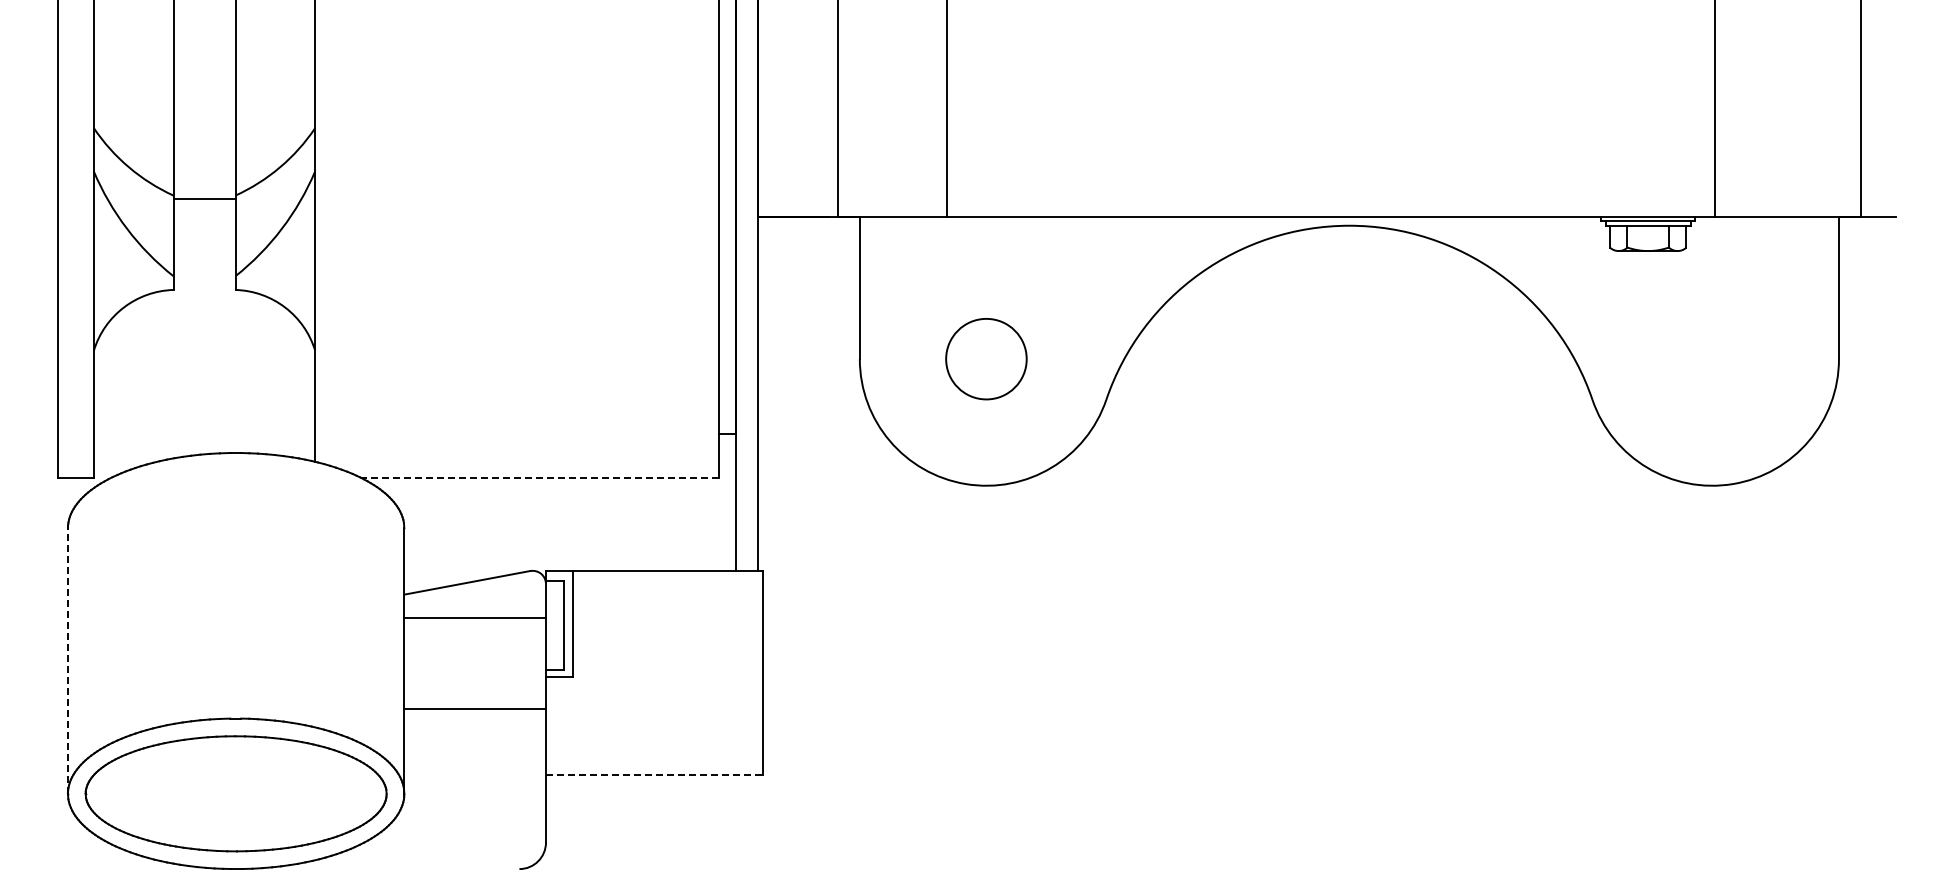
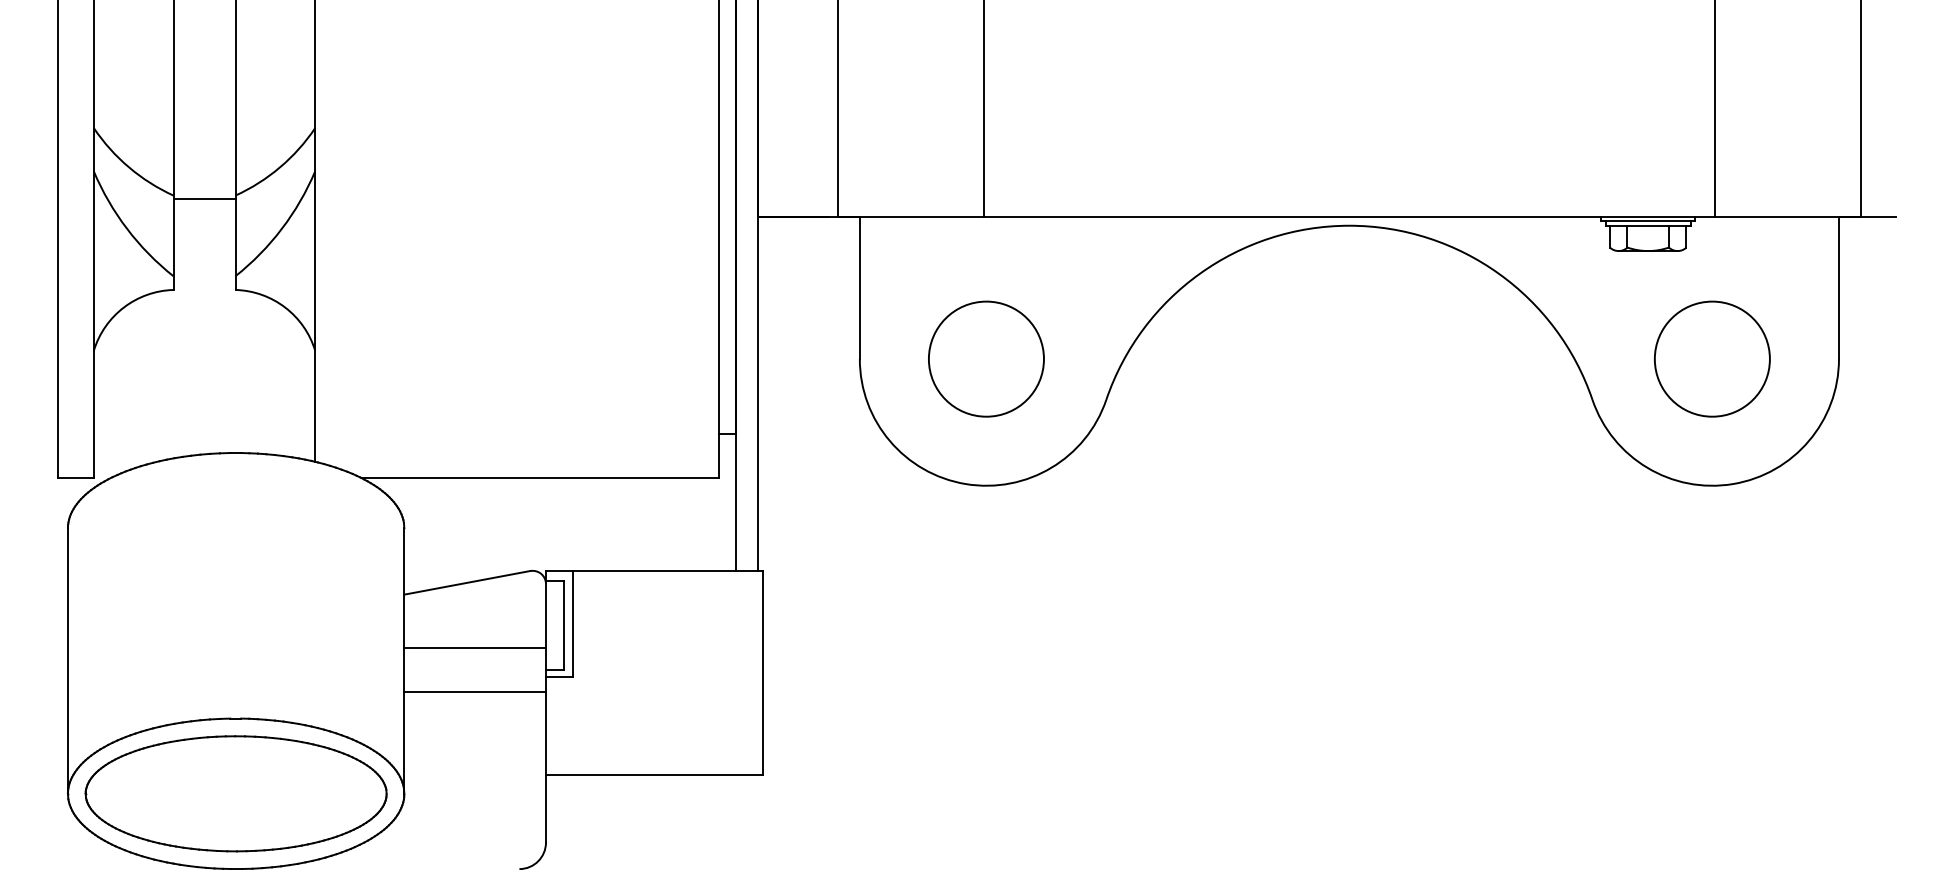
line at (947, 109) position: (947, 109) -> (984, 109)
circle at (986, 358) diameter: 81 px -> 115 px
circle at (1712, 358): none -> present
line at (540, 478): dashed -> solid
line at (475, 617) position: (475, 617) -> (475, 647)
line at (67, 661): dashed -> solid
line at (475, 709) position: (475, 709) -> (475, 692)
line at (654, 774): dashed -> solid
